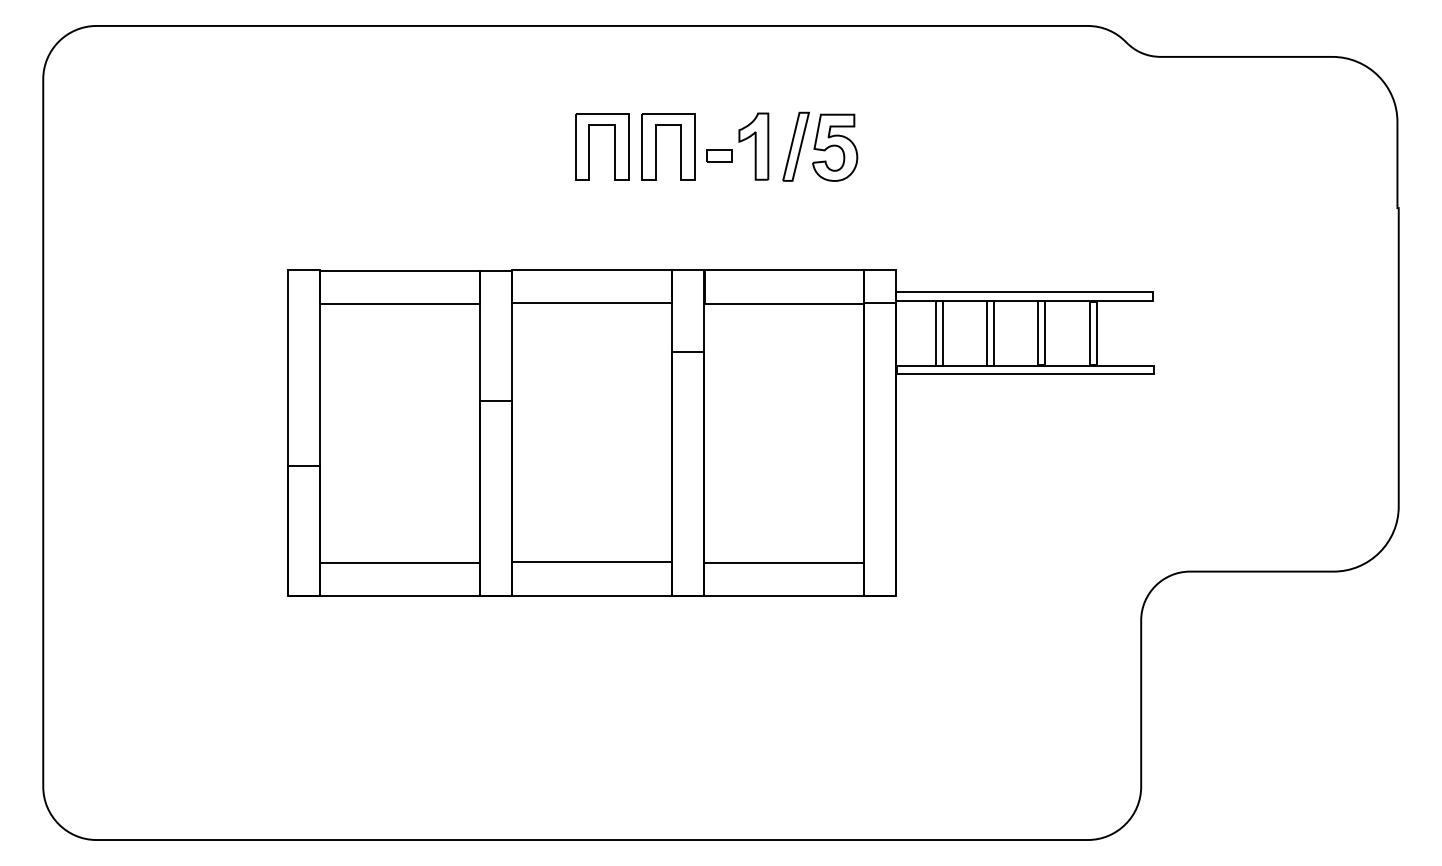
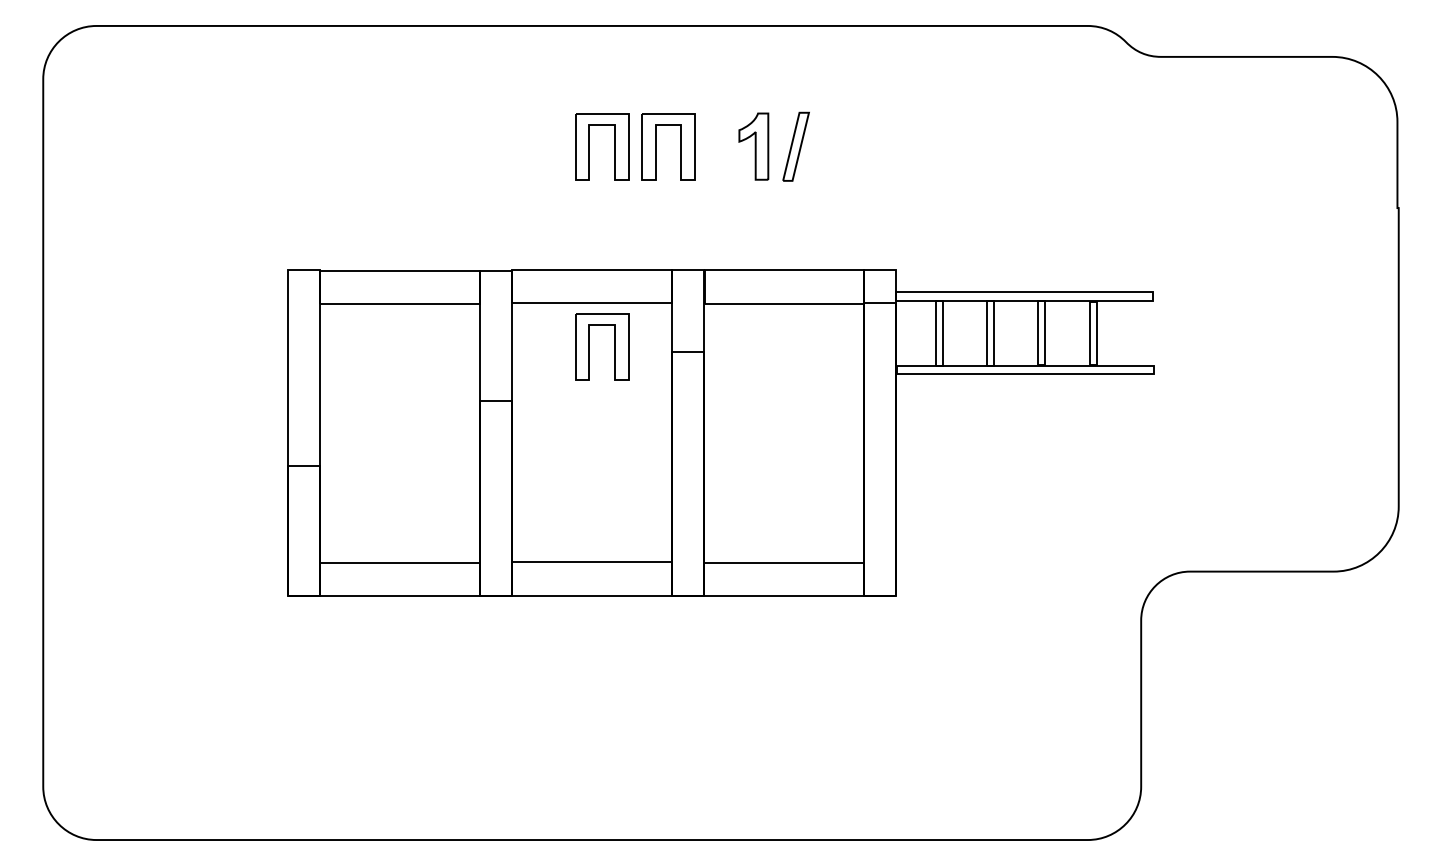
part at (835, 147): present -> none
part at (719, 155): present -> none
part at (614, 346): none -> present
